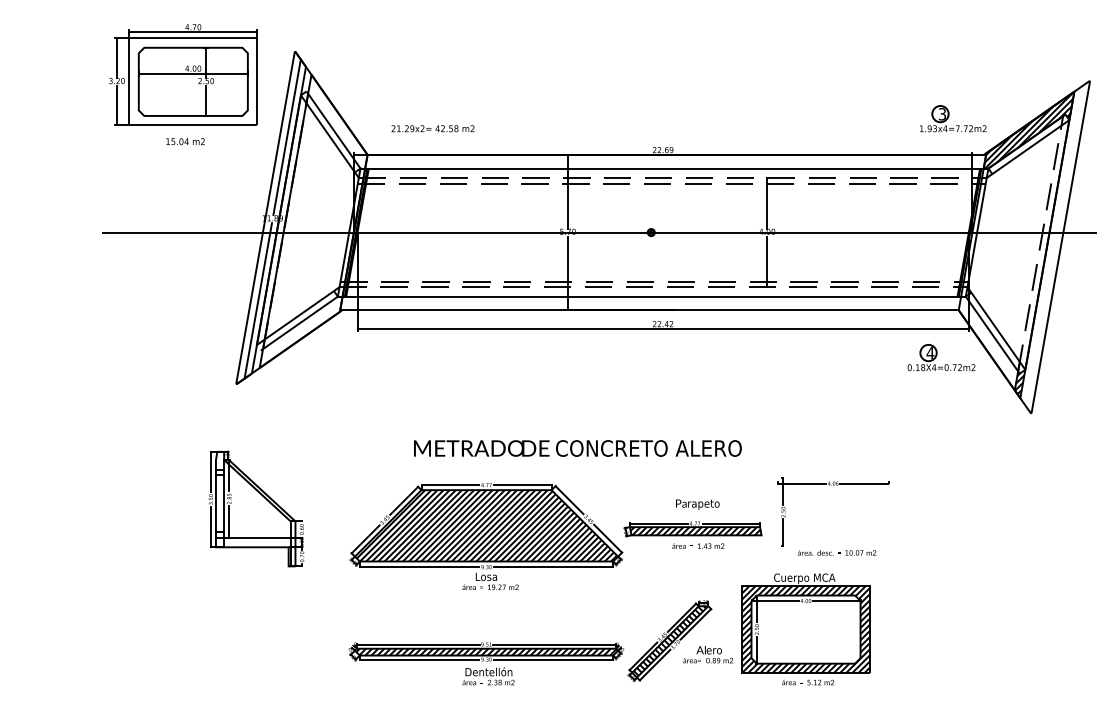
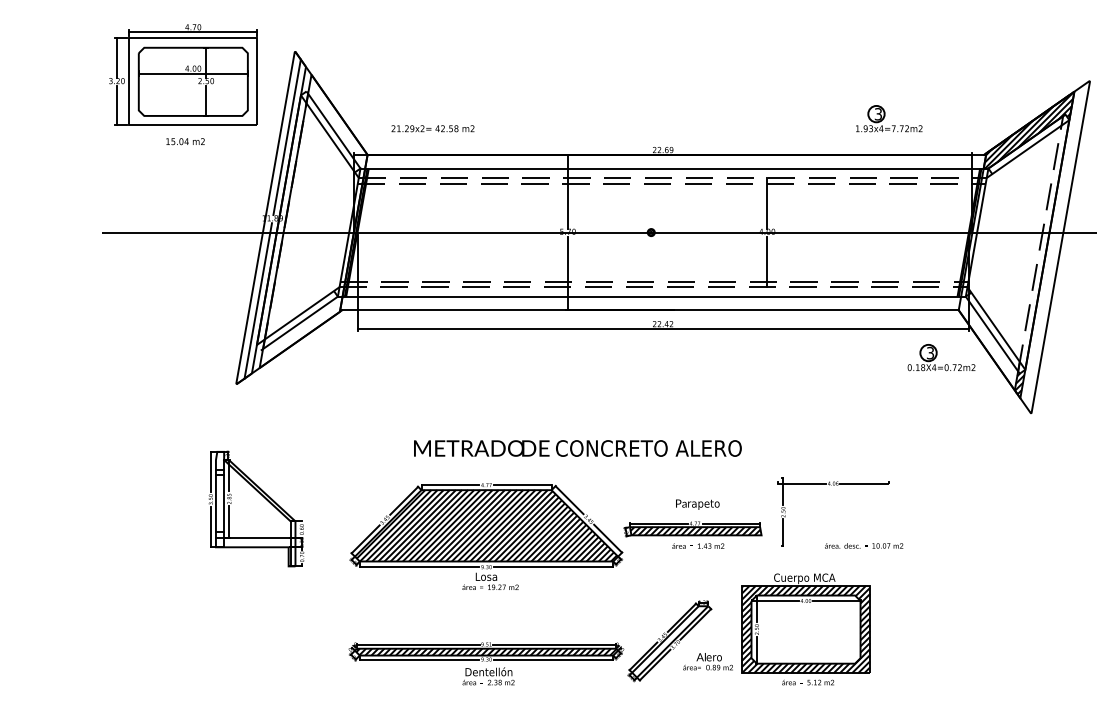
part at (953, 118) position: (953, 118) -> (889, 118)
text at (930, 352): 4 -> 3
text at (837, 552) position: (837, 552) -> (864, 545)
hatch at (669, 640): present -> none
text at (707, 654) position: (707, 654) -> (707, 661)
